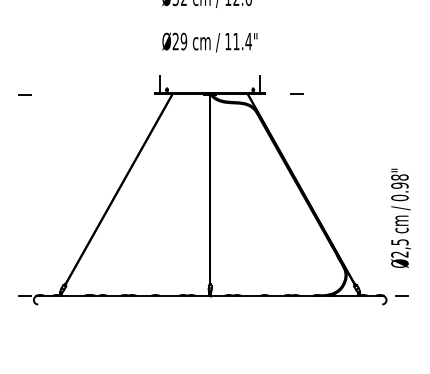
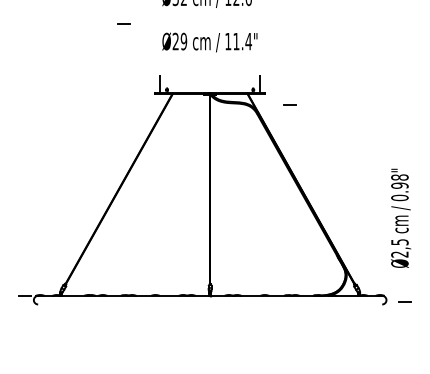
line at (296, 93) position: (296, 93) -> (289, 104)
line at (24, 94) position: (24, 94) -> (123, 23)
line at (401, 295) position: (401, 295) -> (404, 301)
